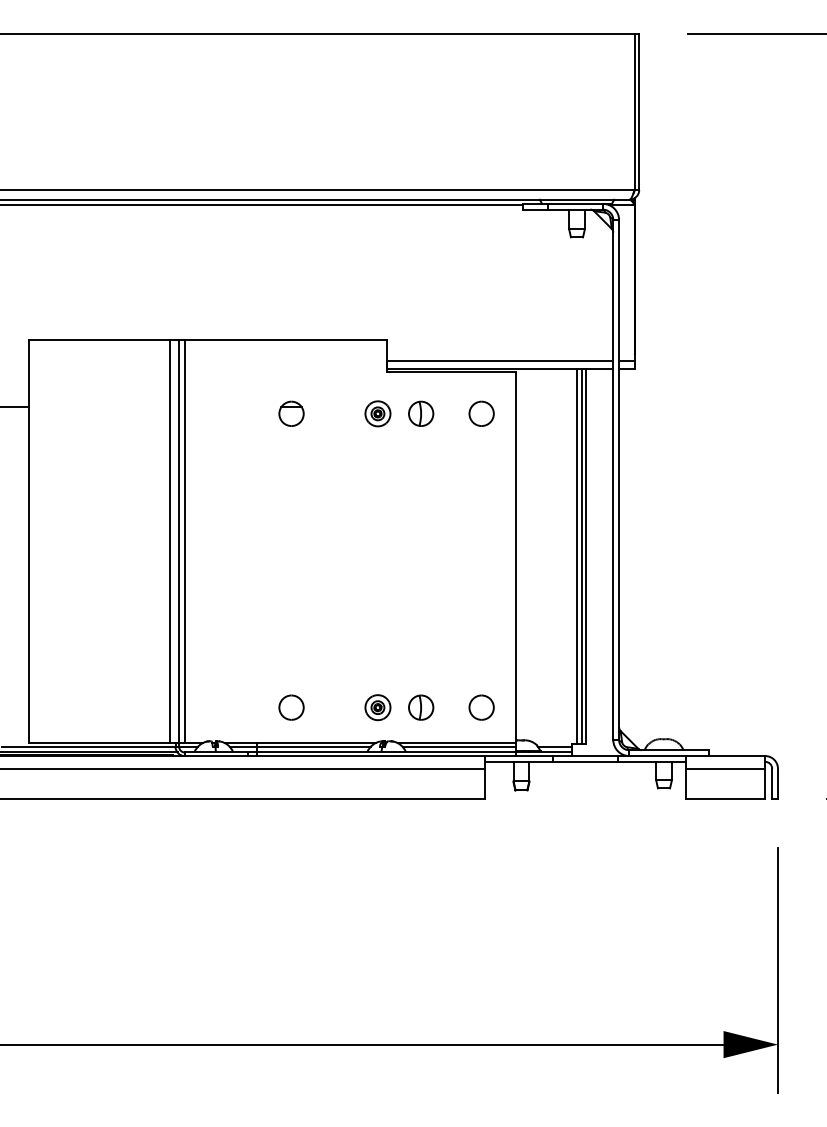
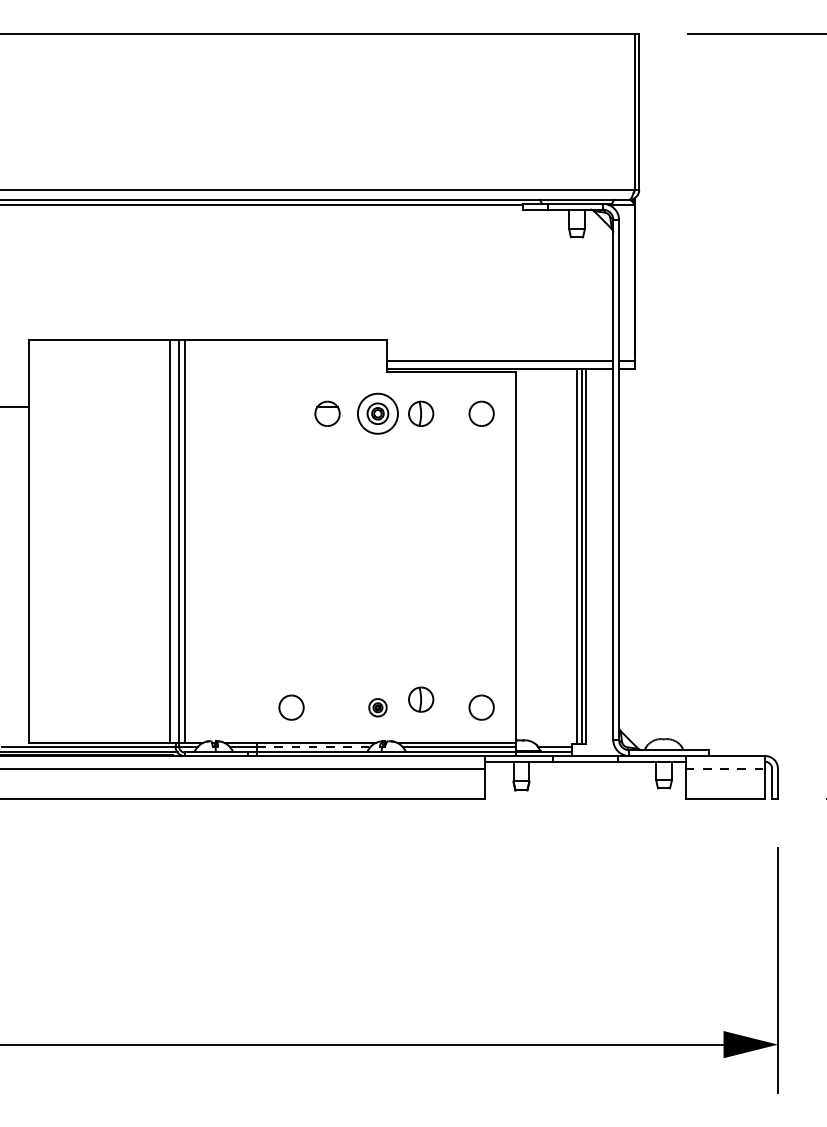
part at (291, 413) position: (291, 413) -> (327, 413)
part at (377, 413) size: 28x28 px -> 42x43 px
part at (377, 707) size: 28x28 px -> 20x20 px
part at (421, 707) position: (421, 707) -> (421, 699)
line at (313, 747): solid -> dashed
line at (725, 768): solid -> dashed
